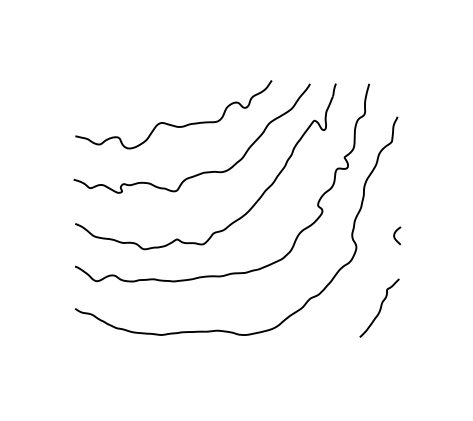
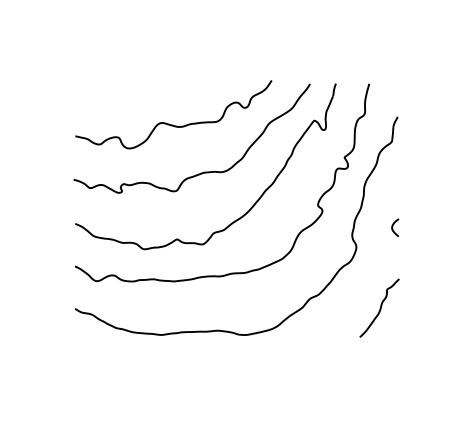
curve at (395, 234) position: (395, 234) -> (393, 226)
